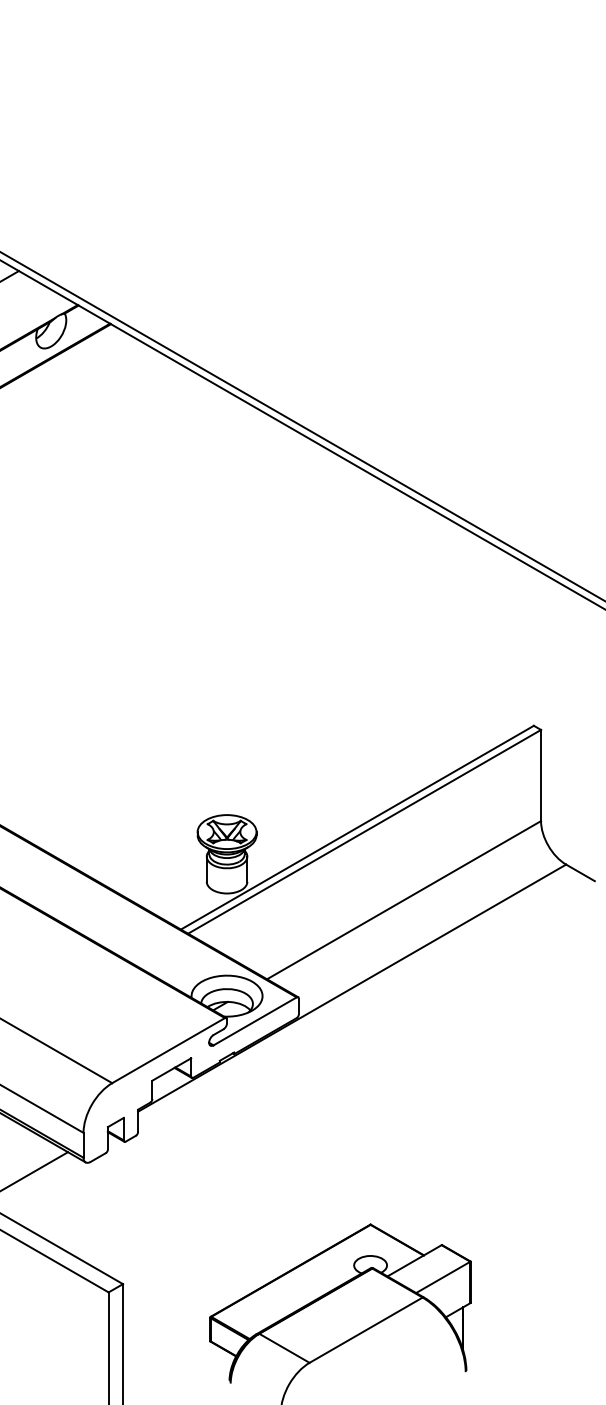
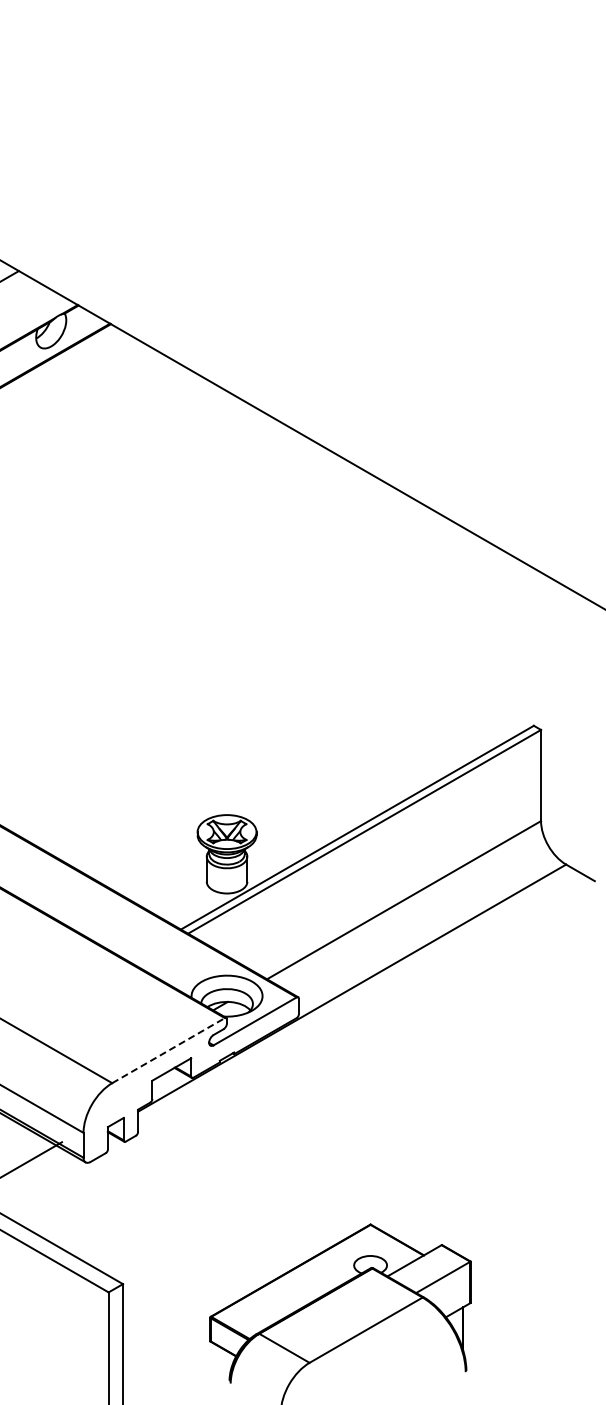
line at (302, 426): present -> none
line at (169, 1050): solid -> dashed
line at (35, 1171) position: (35, 1171) -> (32, 1159)
